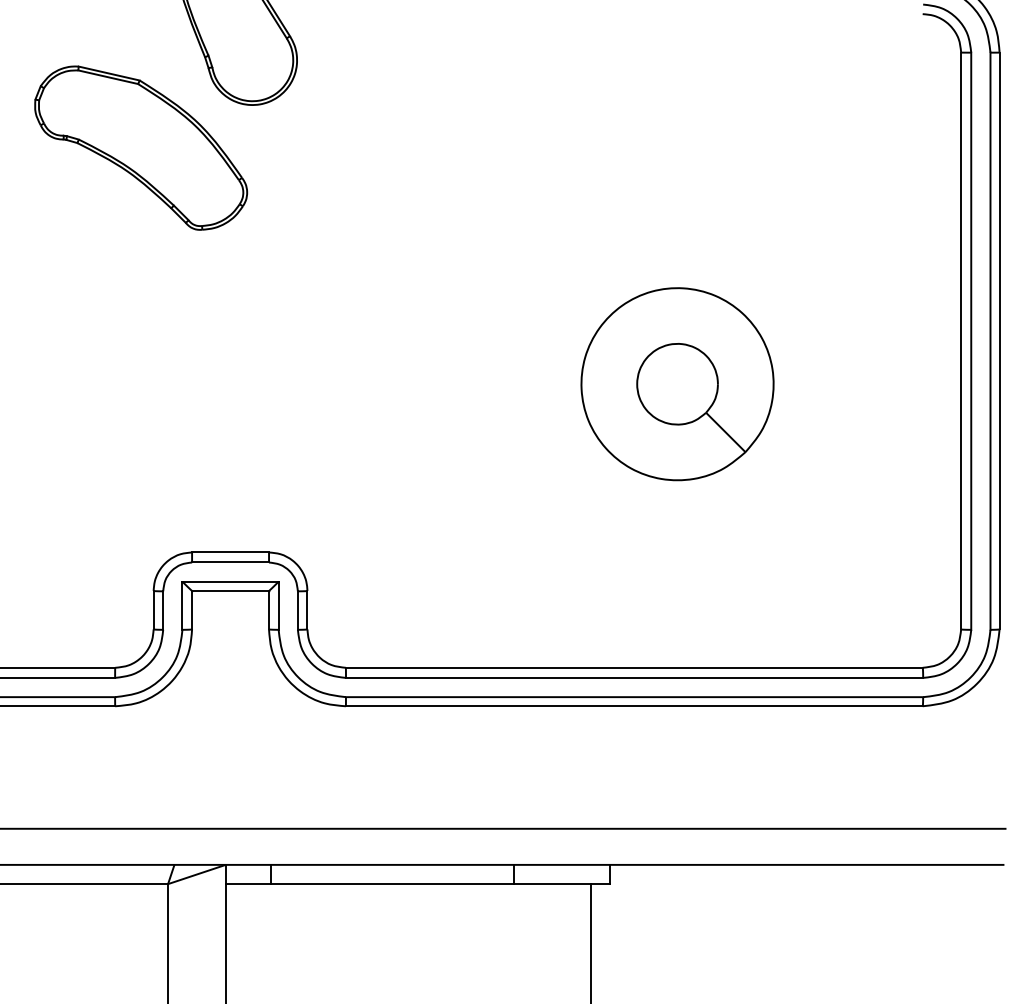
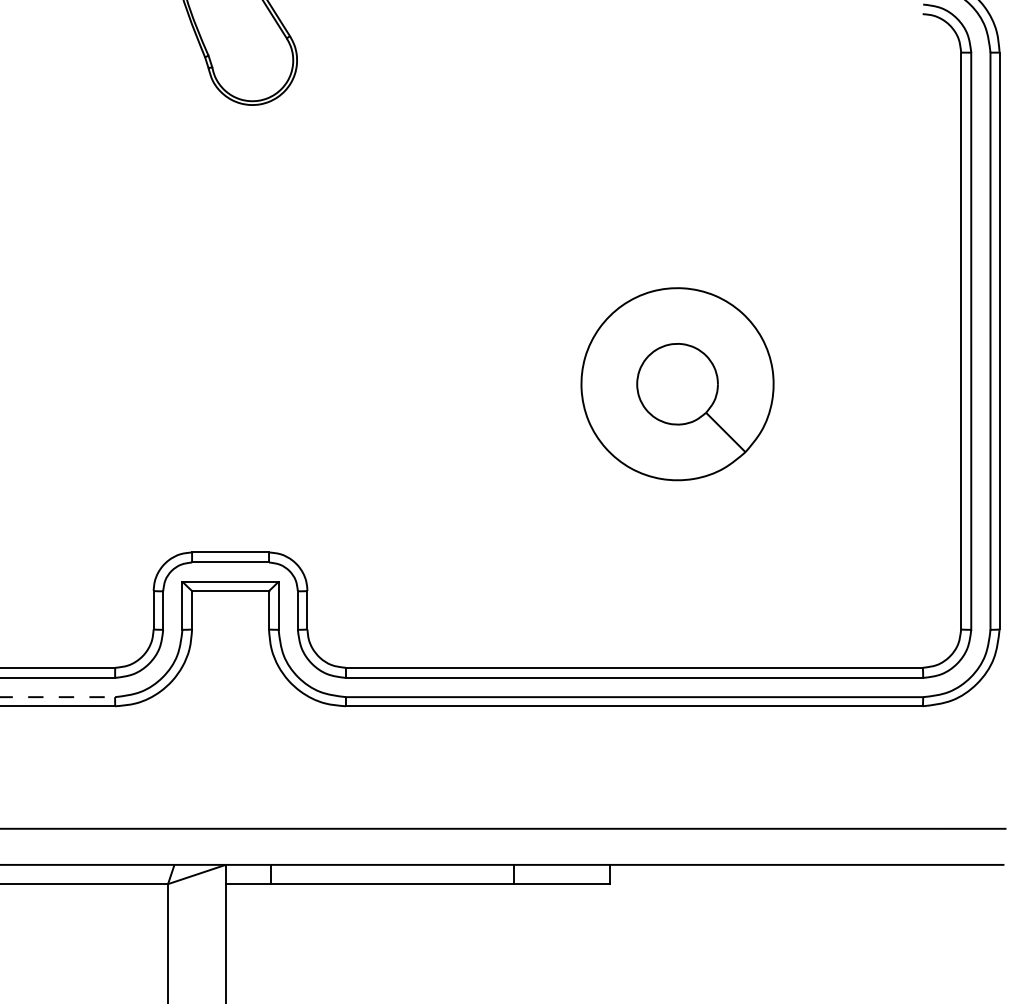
part at (141, 147): present -> none
line at (58, 697): solid -> dashed
line at (591, 942): present -> none
